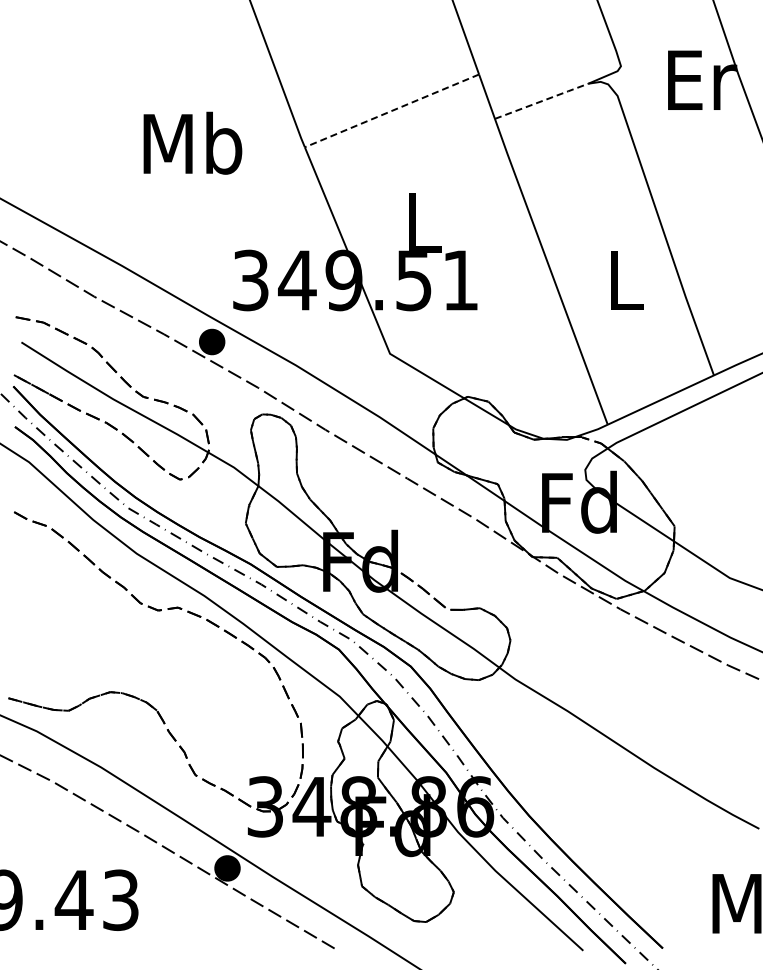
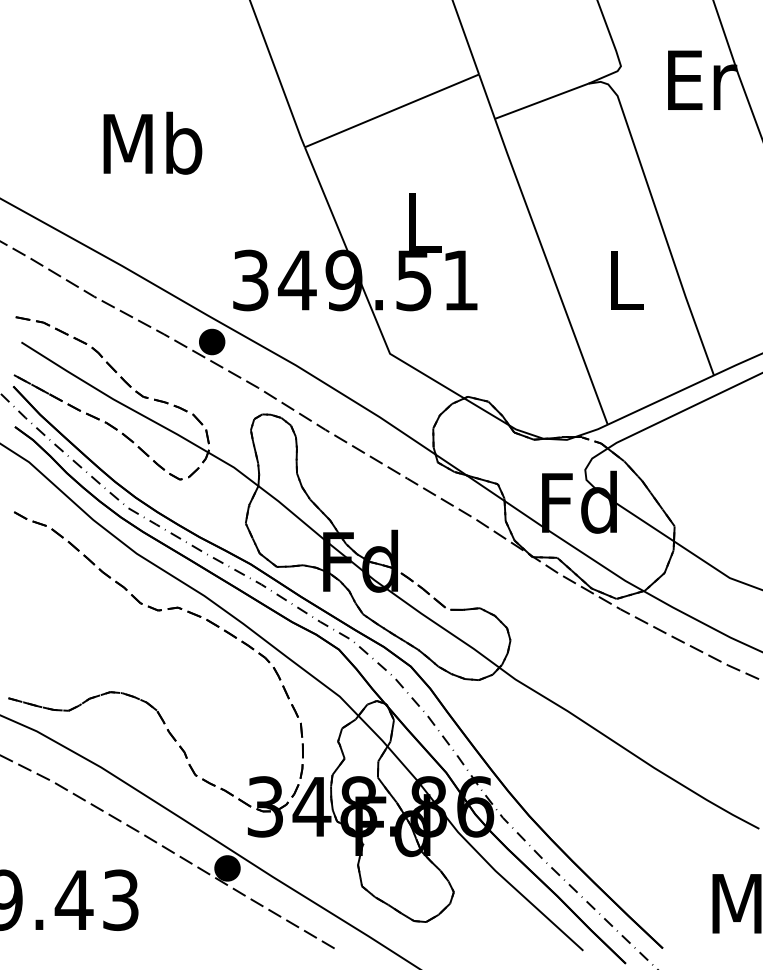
line at (542, 101): dashed -> solid
line at (391, 111): dashed -> solid
text at (192, 142) position: (192, 142) -> (152, 142)
